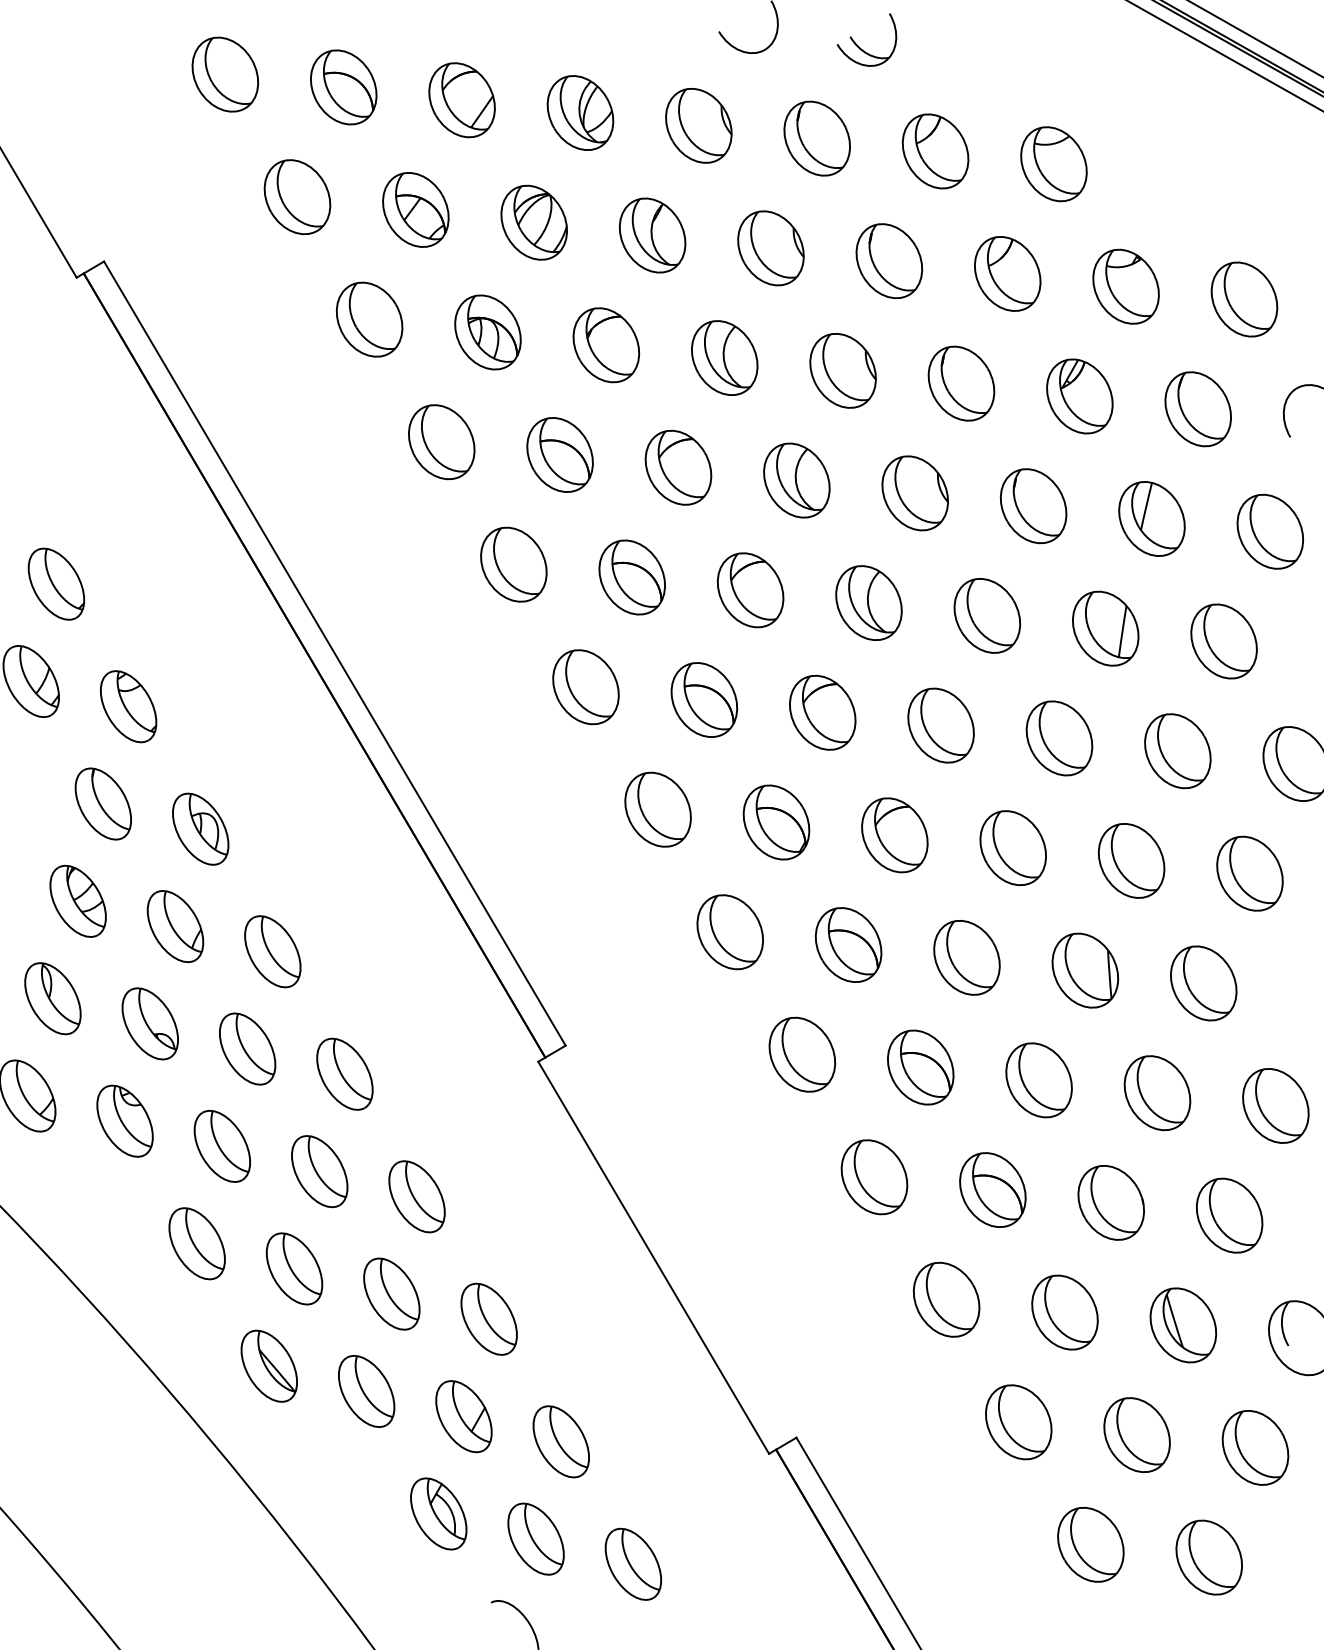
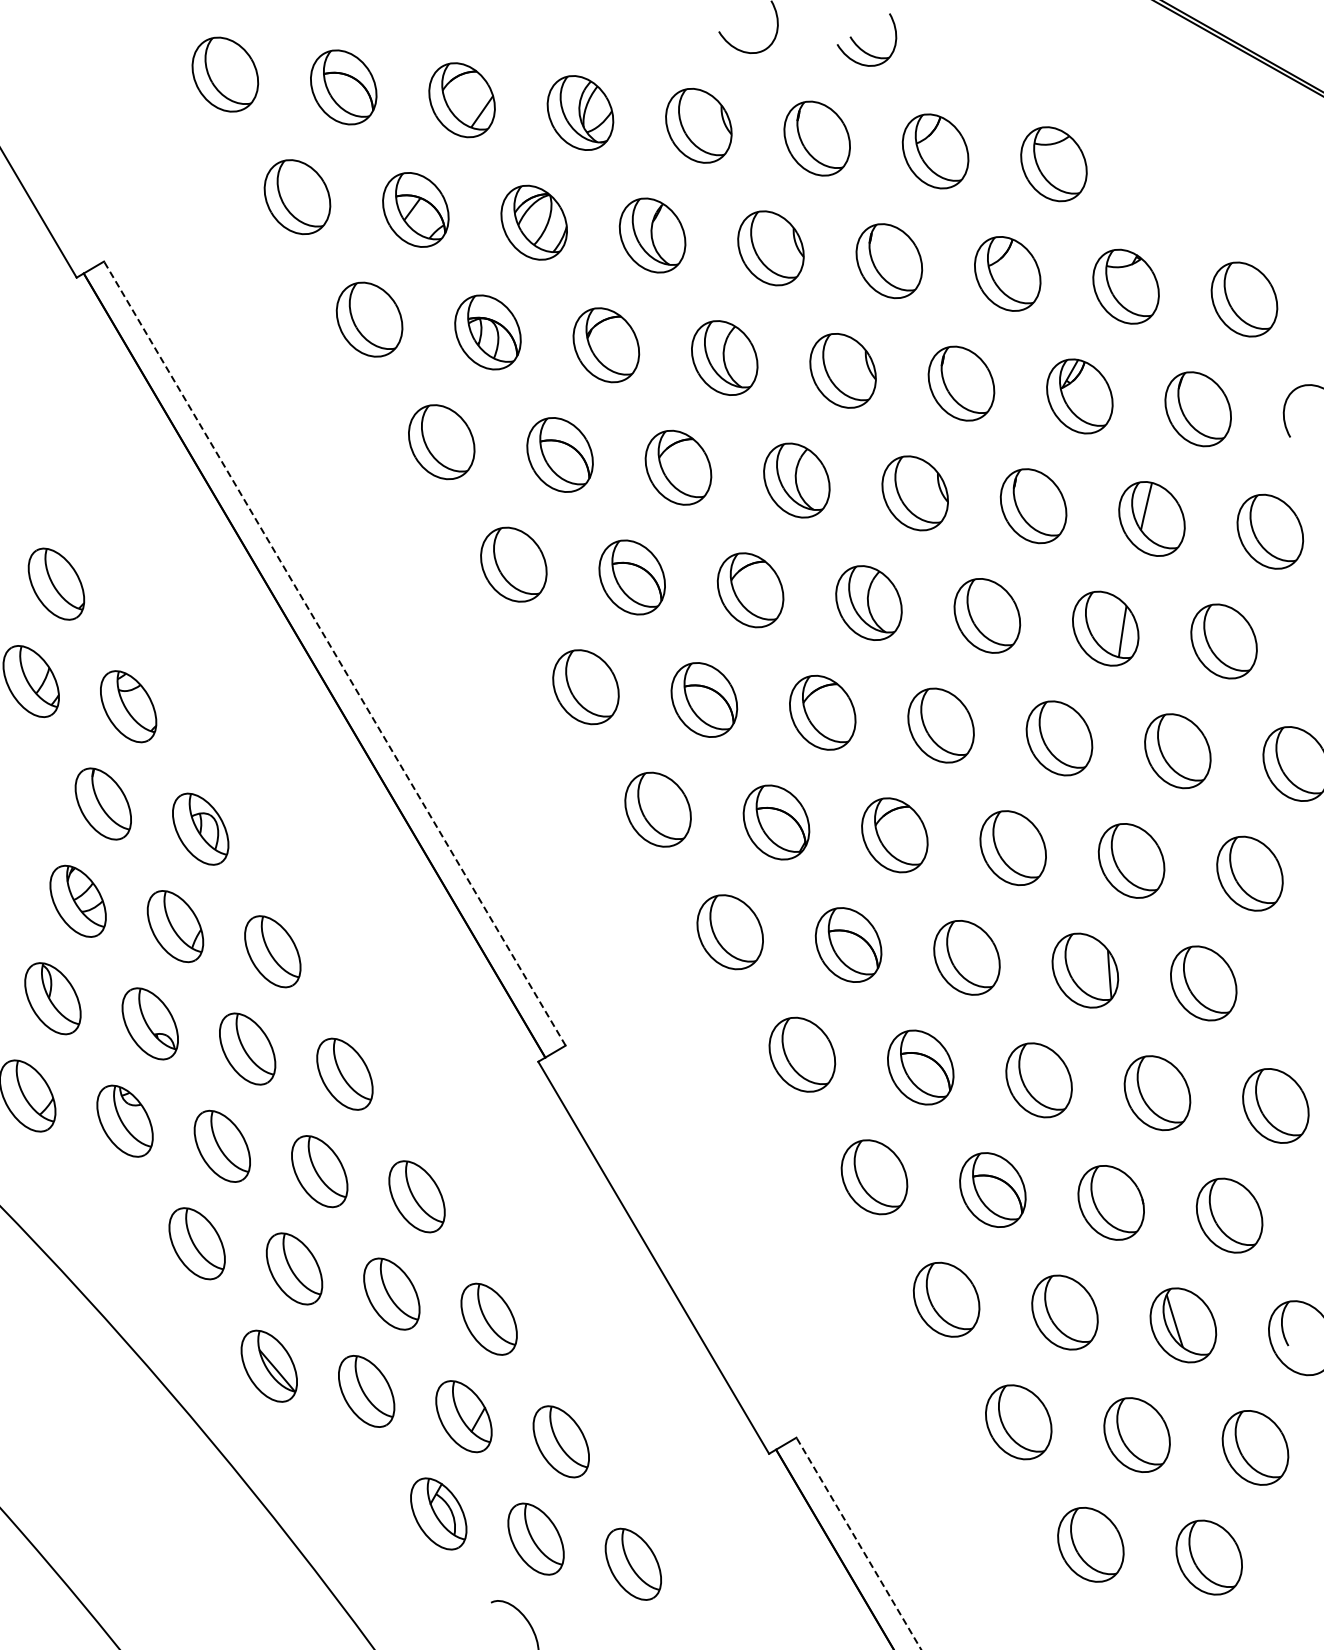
line at (1255, 38): present -> none
line at (1224, 55): present -> none
line at (334, 653): solid -> dashed
line at (858, 1543): solid -> dashed
